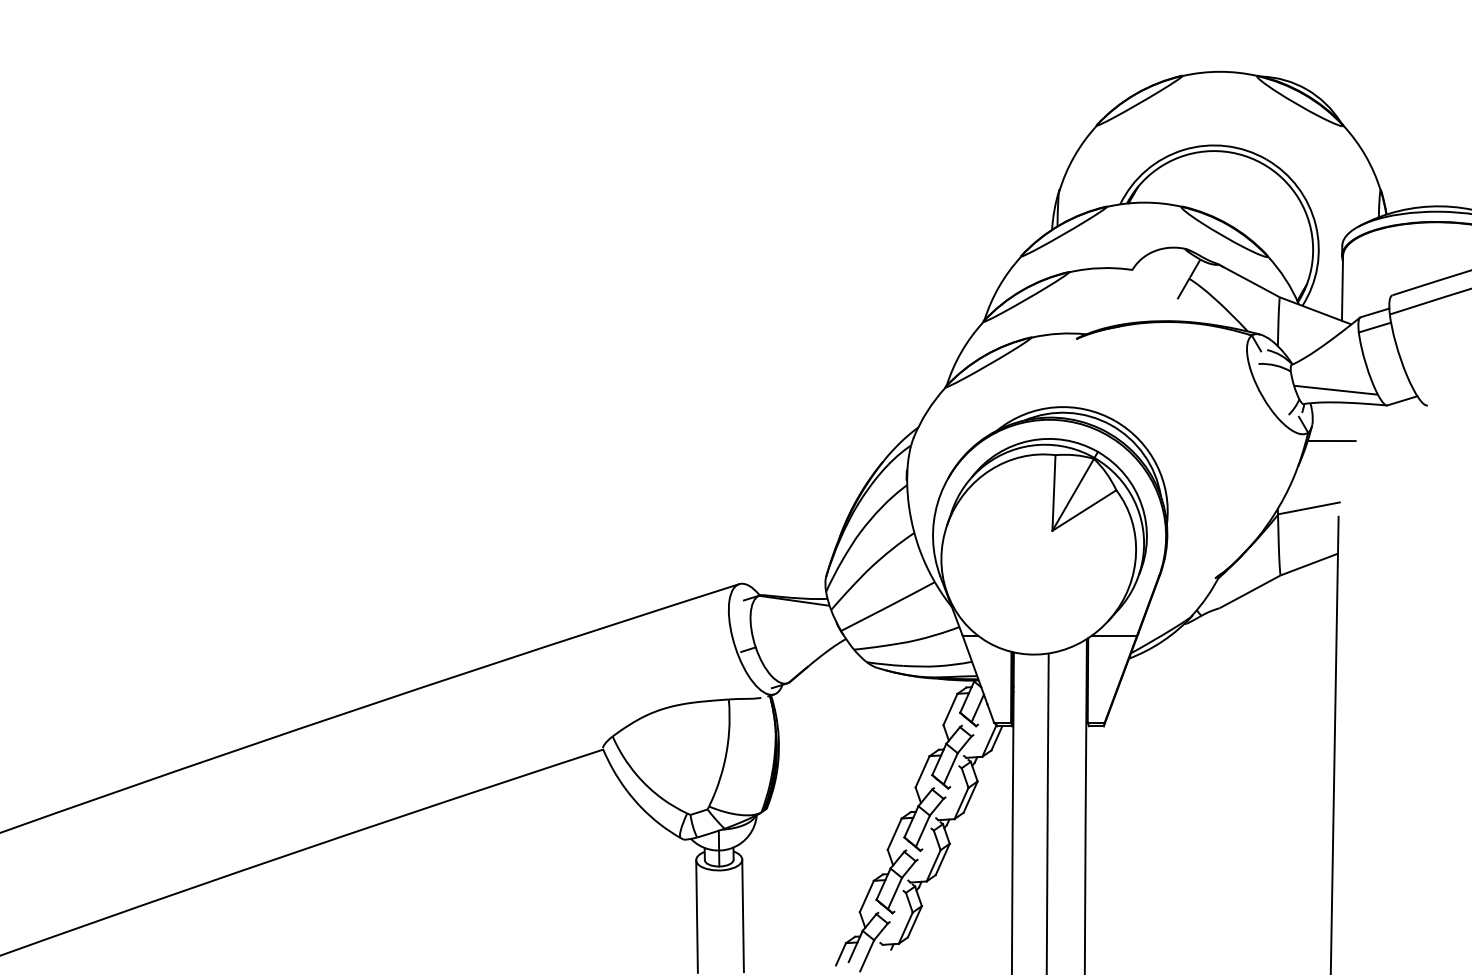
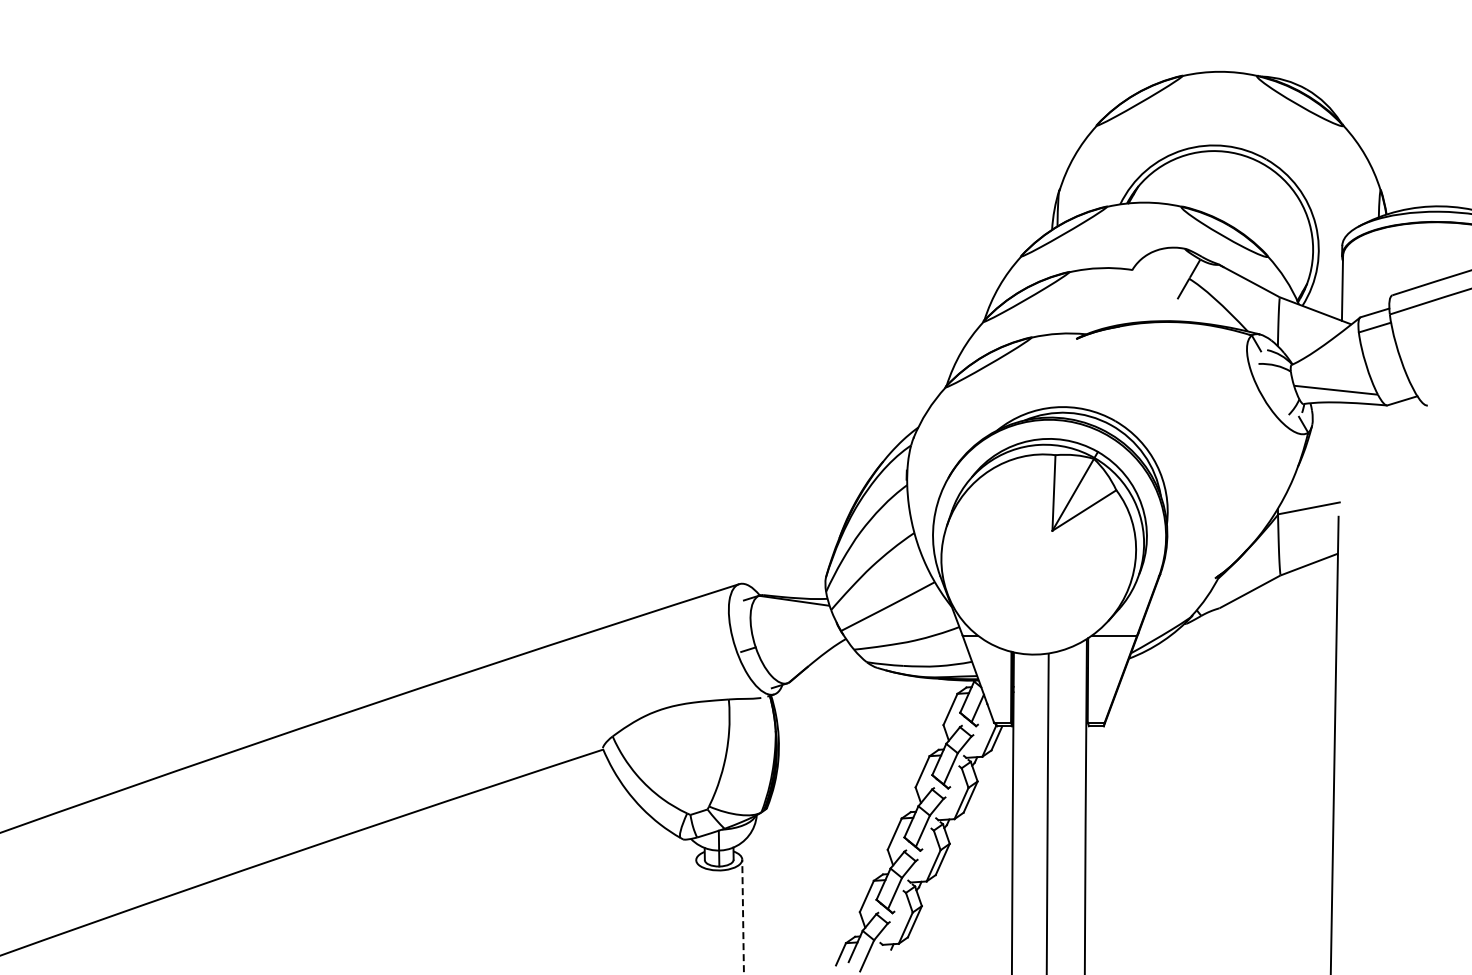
line at (1331, 440): present -> none
line at (696, 915): present -> none
line at (743, 915): solid -> dashed
